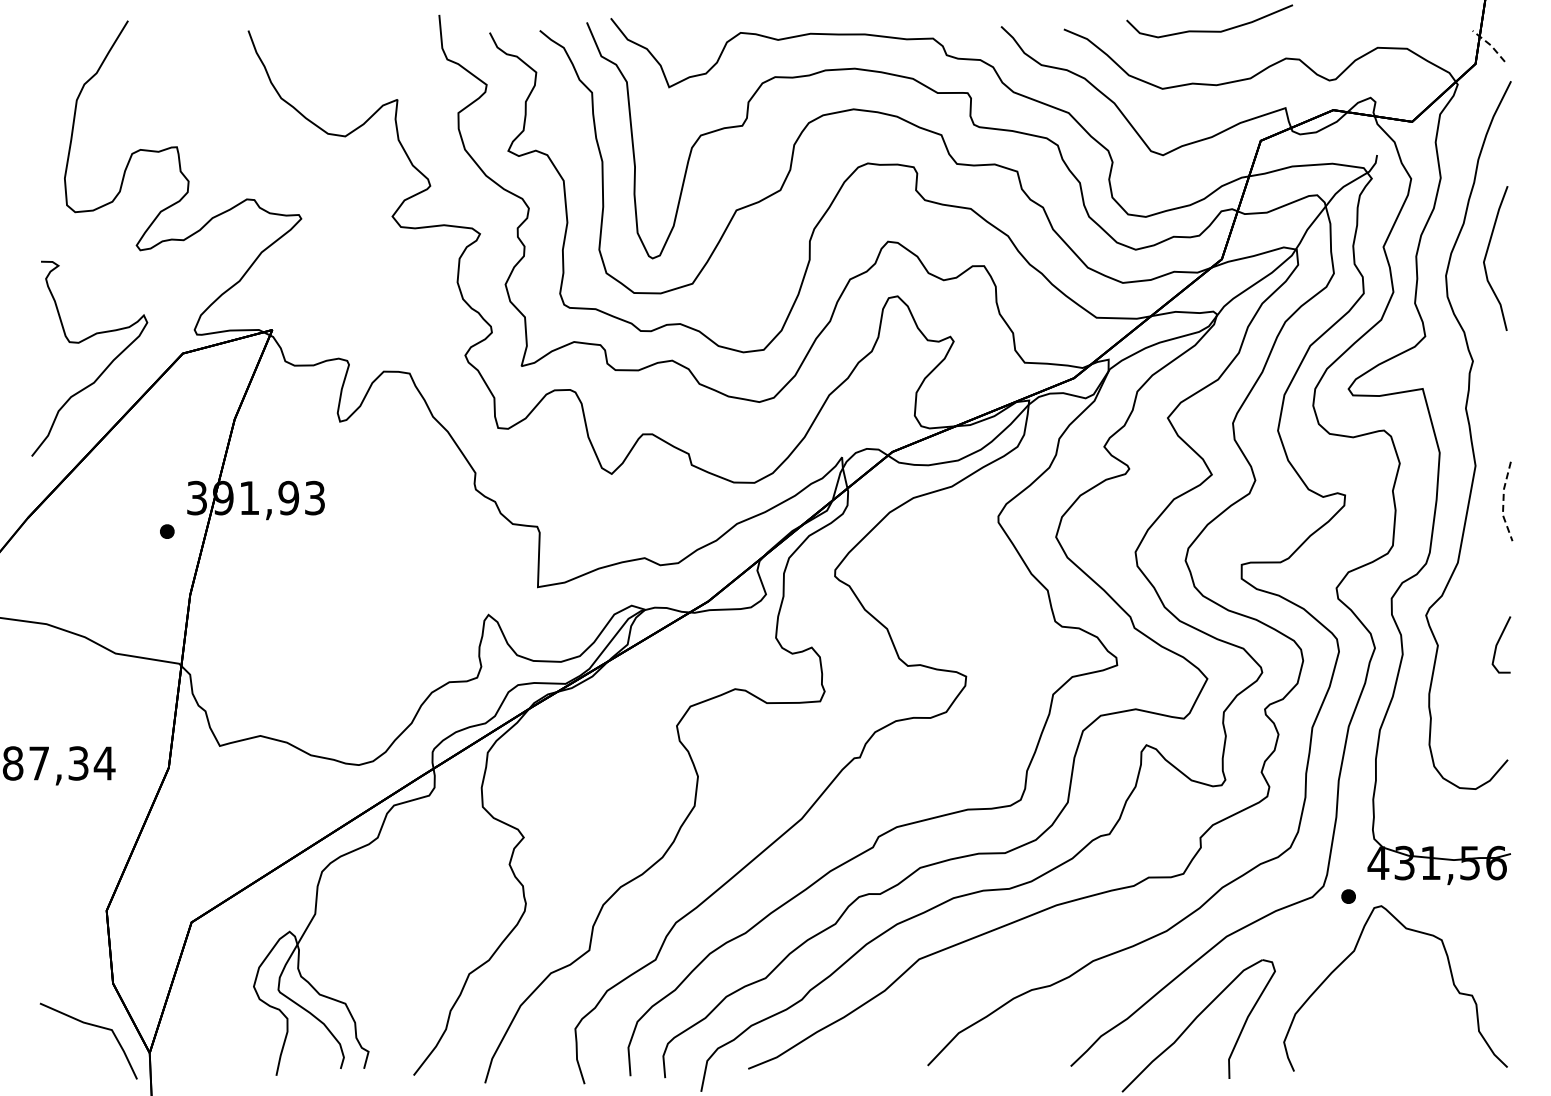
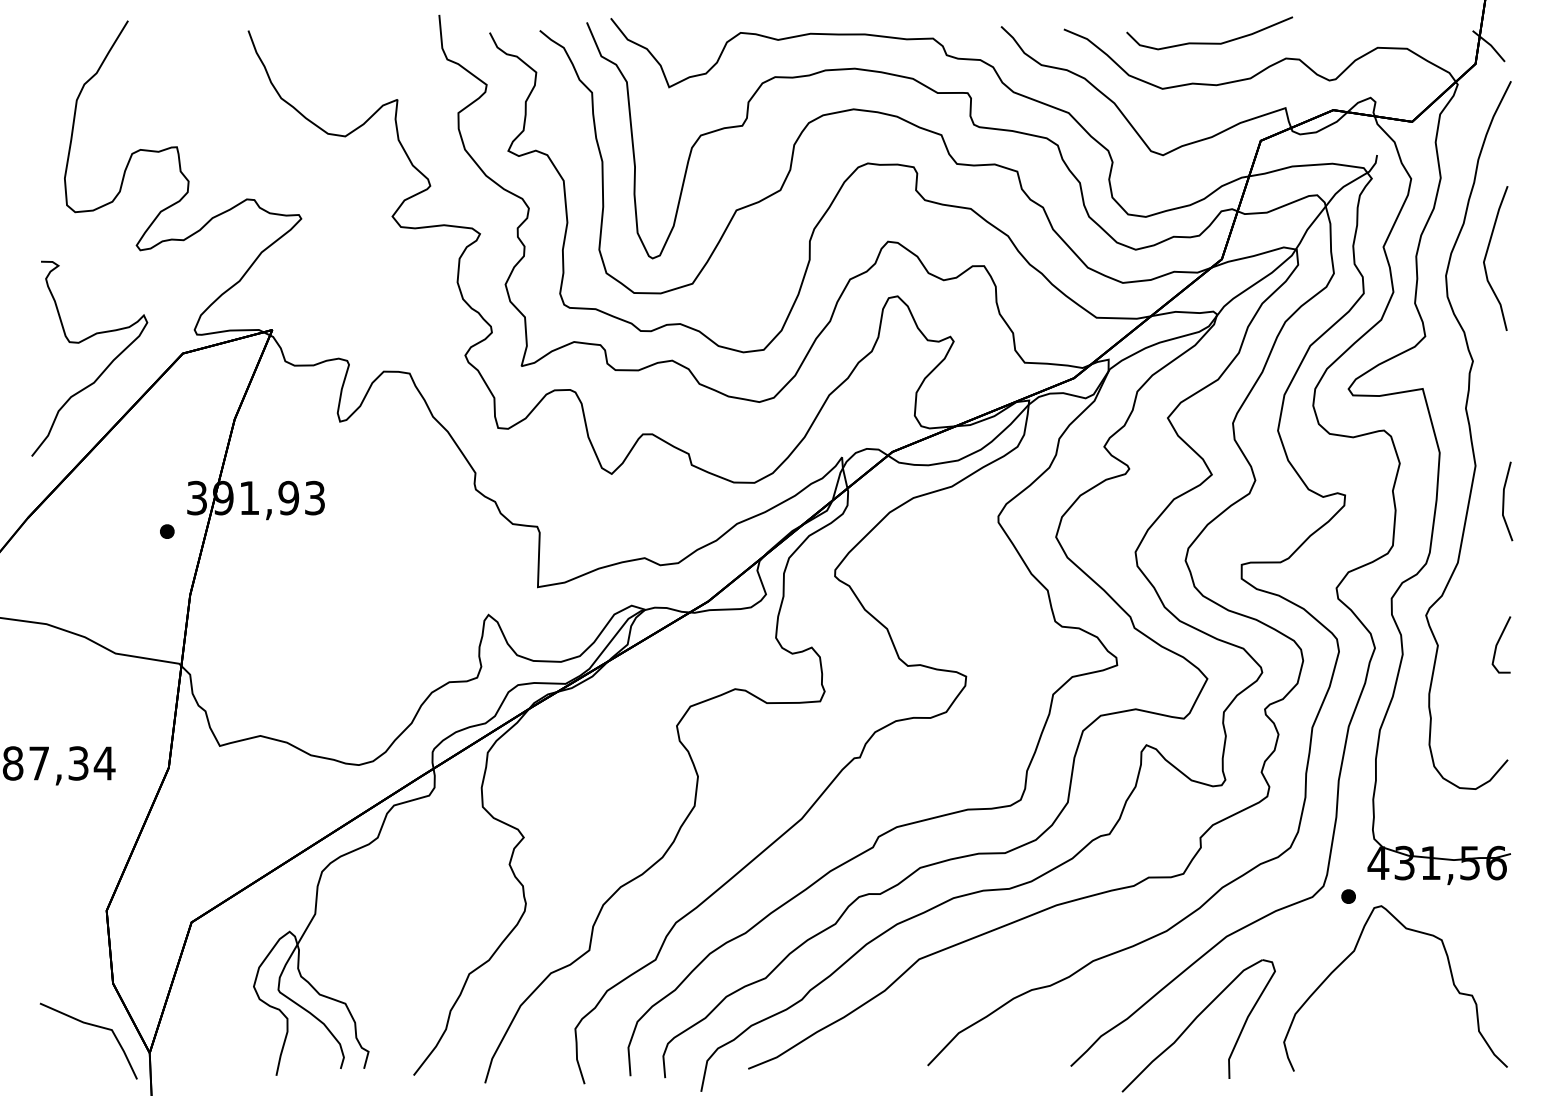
curve at (1209, 30) position: (1209, 30) -> (1209, 42)
line at (1490, 44): dashed -> solid
line at (1503, 502): dashed -> solid
